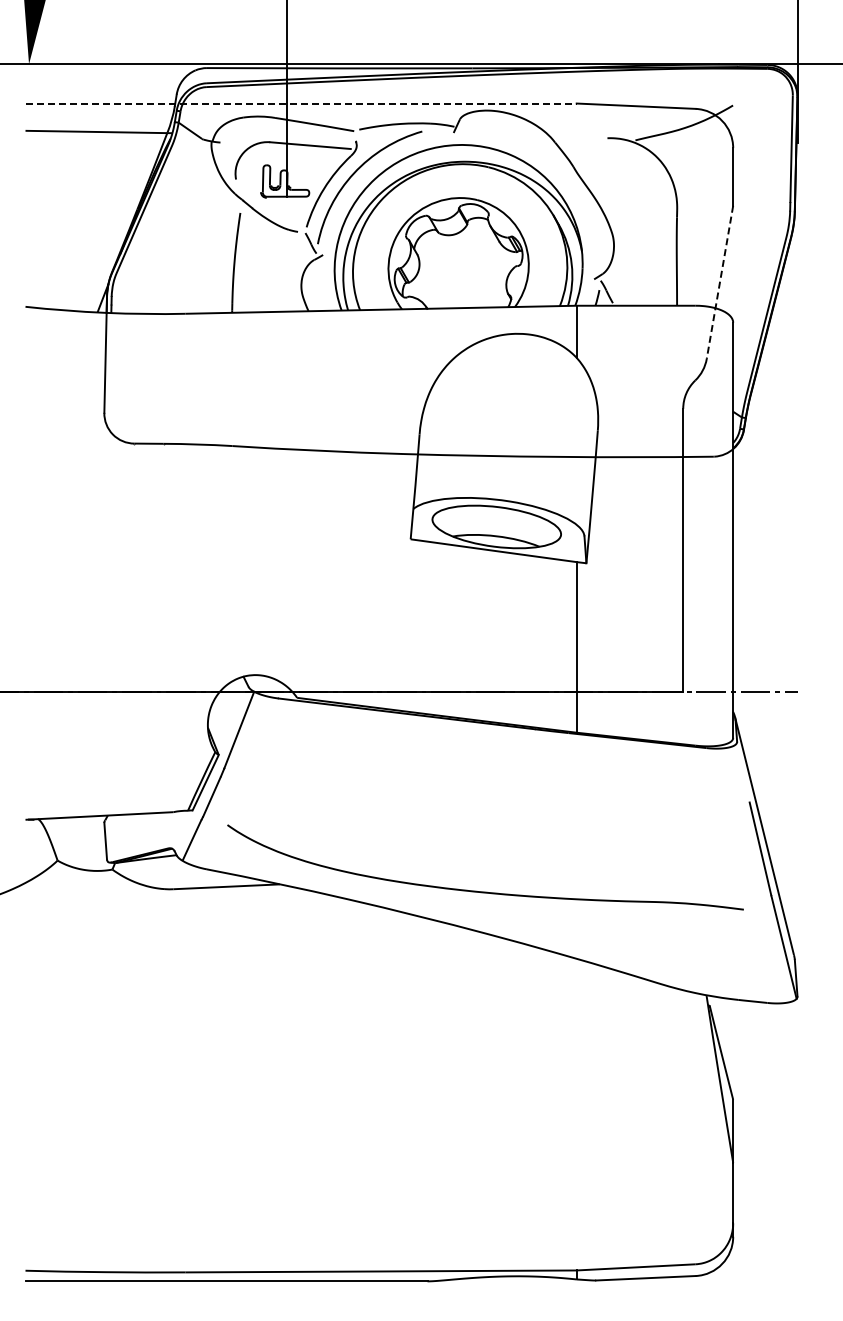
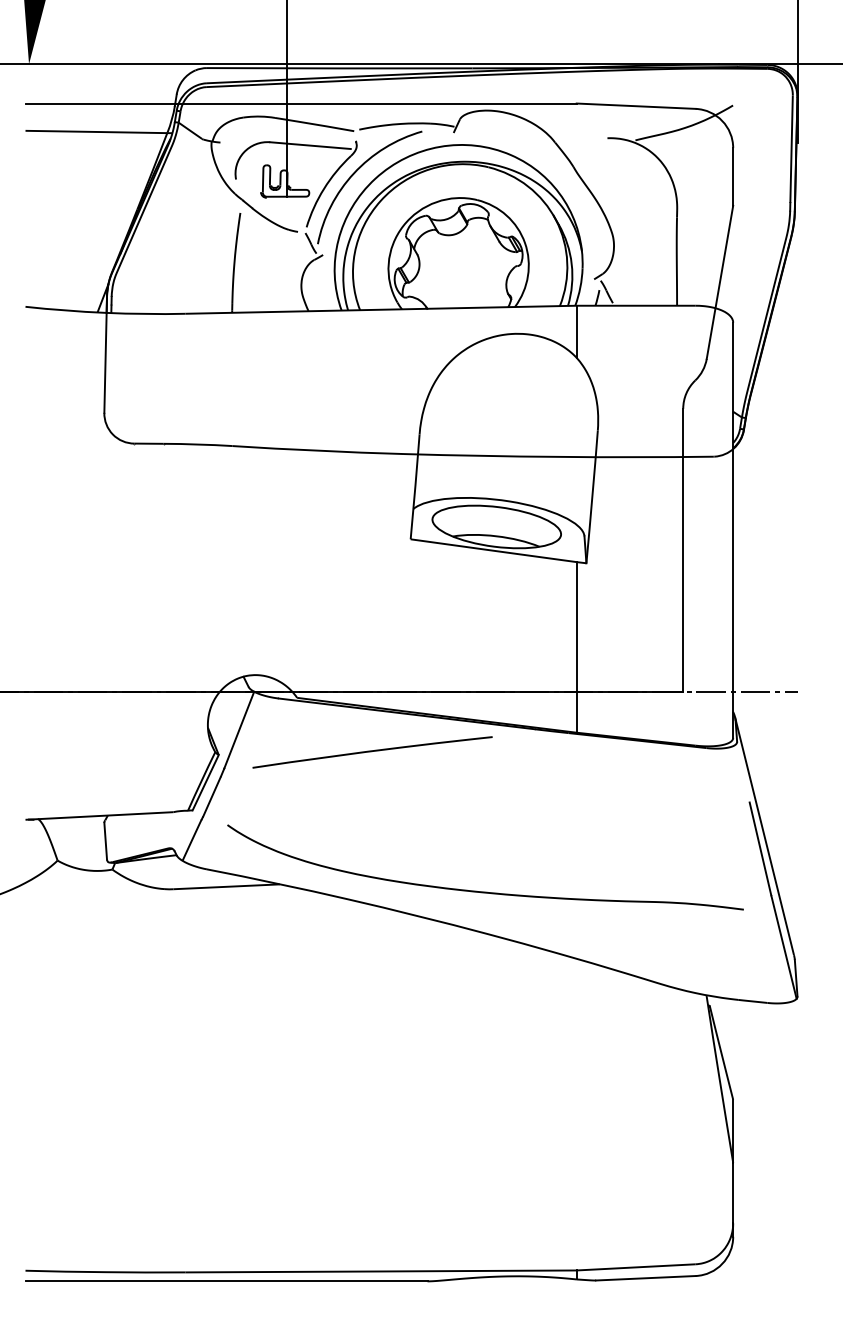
line at (301, 103): dashed -> solid
line at (719, 282): dashed -> solid
curve at (372, 751): none -> present
